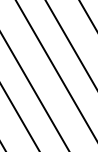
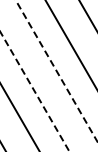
line at (56, 71): solid -> dashed
line at (34, 91): solid -> dashed
